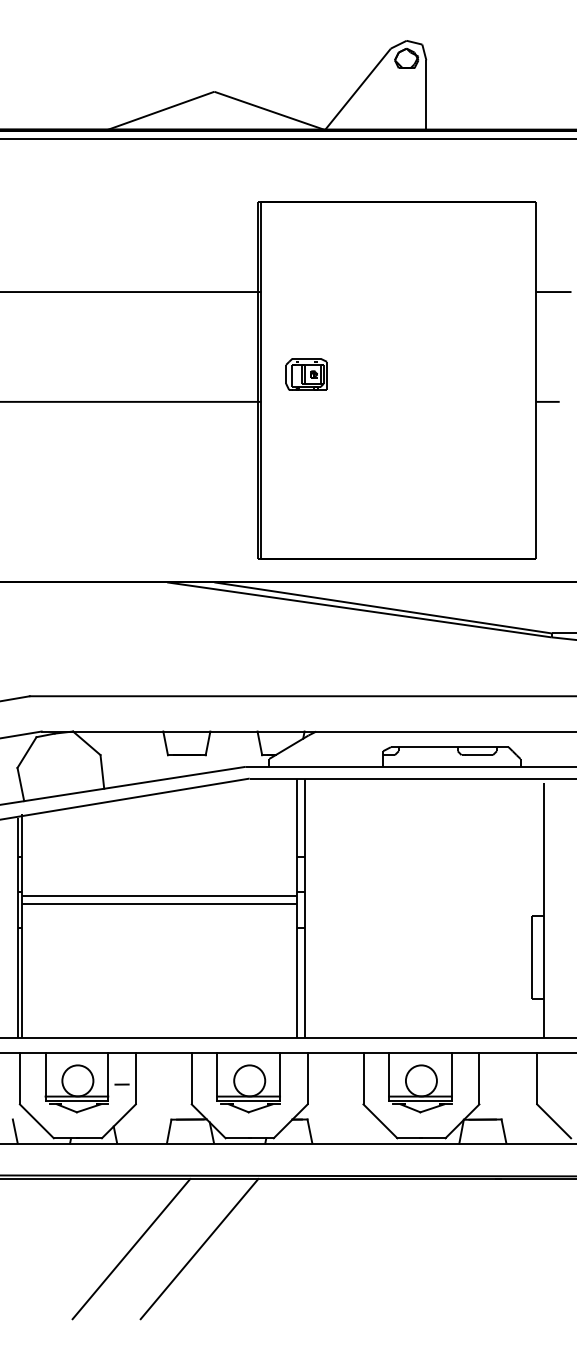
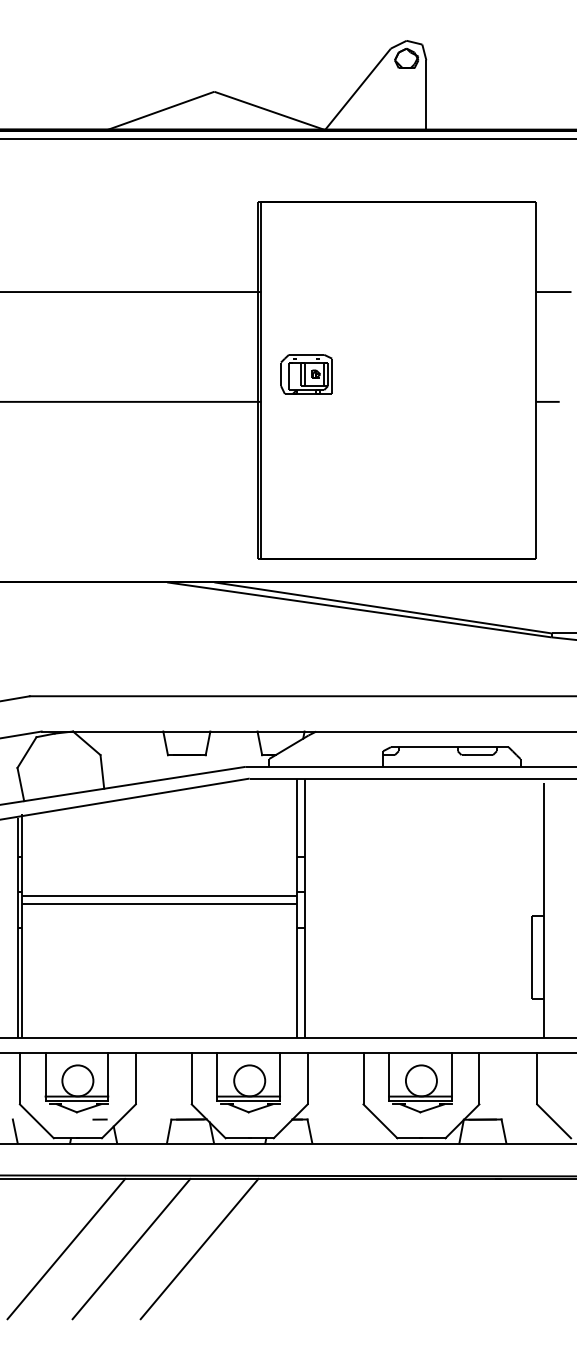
part at (306, 374) size: 43x33 px -> 53x41 px
line at (121, 1084) position: (121, 1084) -> (99, 1119)
line at (66, 1249): none -> present
